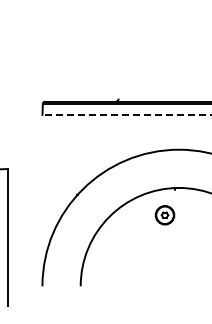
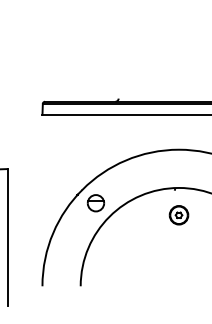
line at (127, 114): dashed -> solid
part at (95, 203): none -> present
part at (164, 215) position: (164, 215) -> (178, 215)
